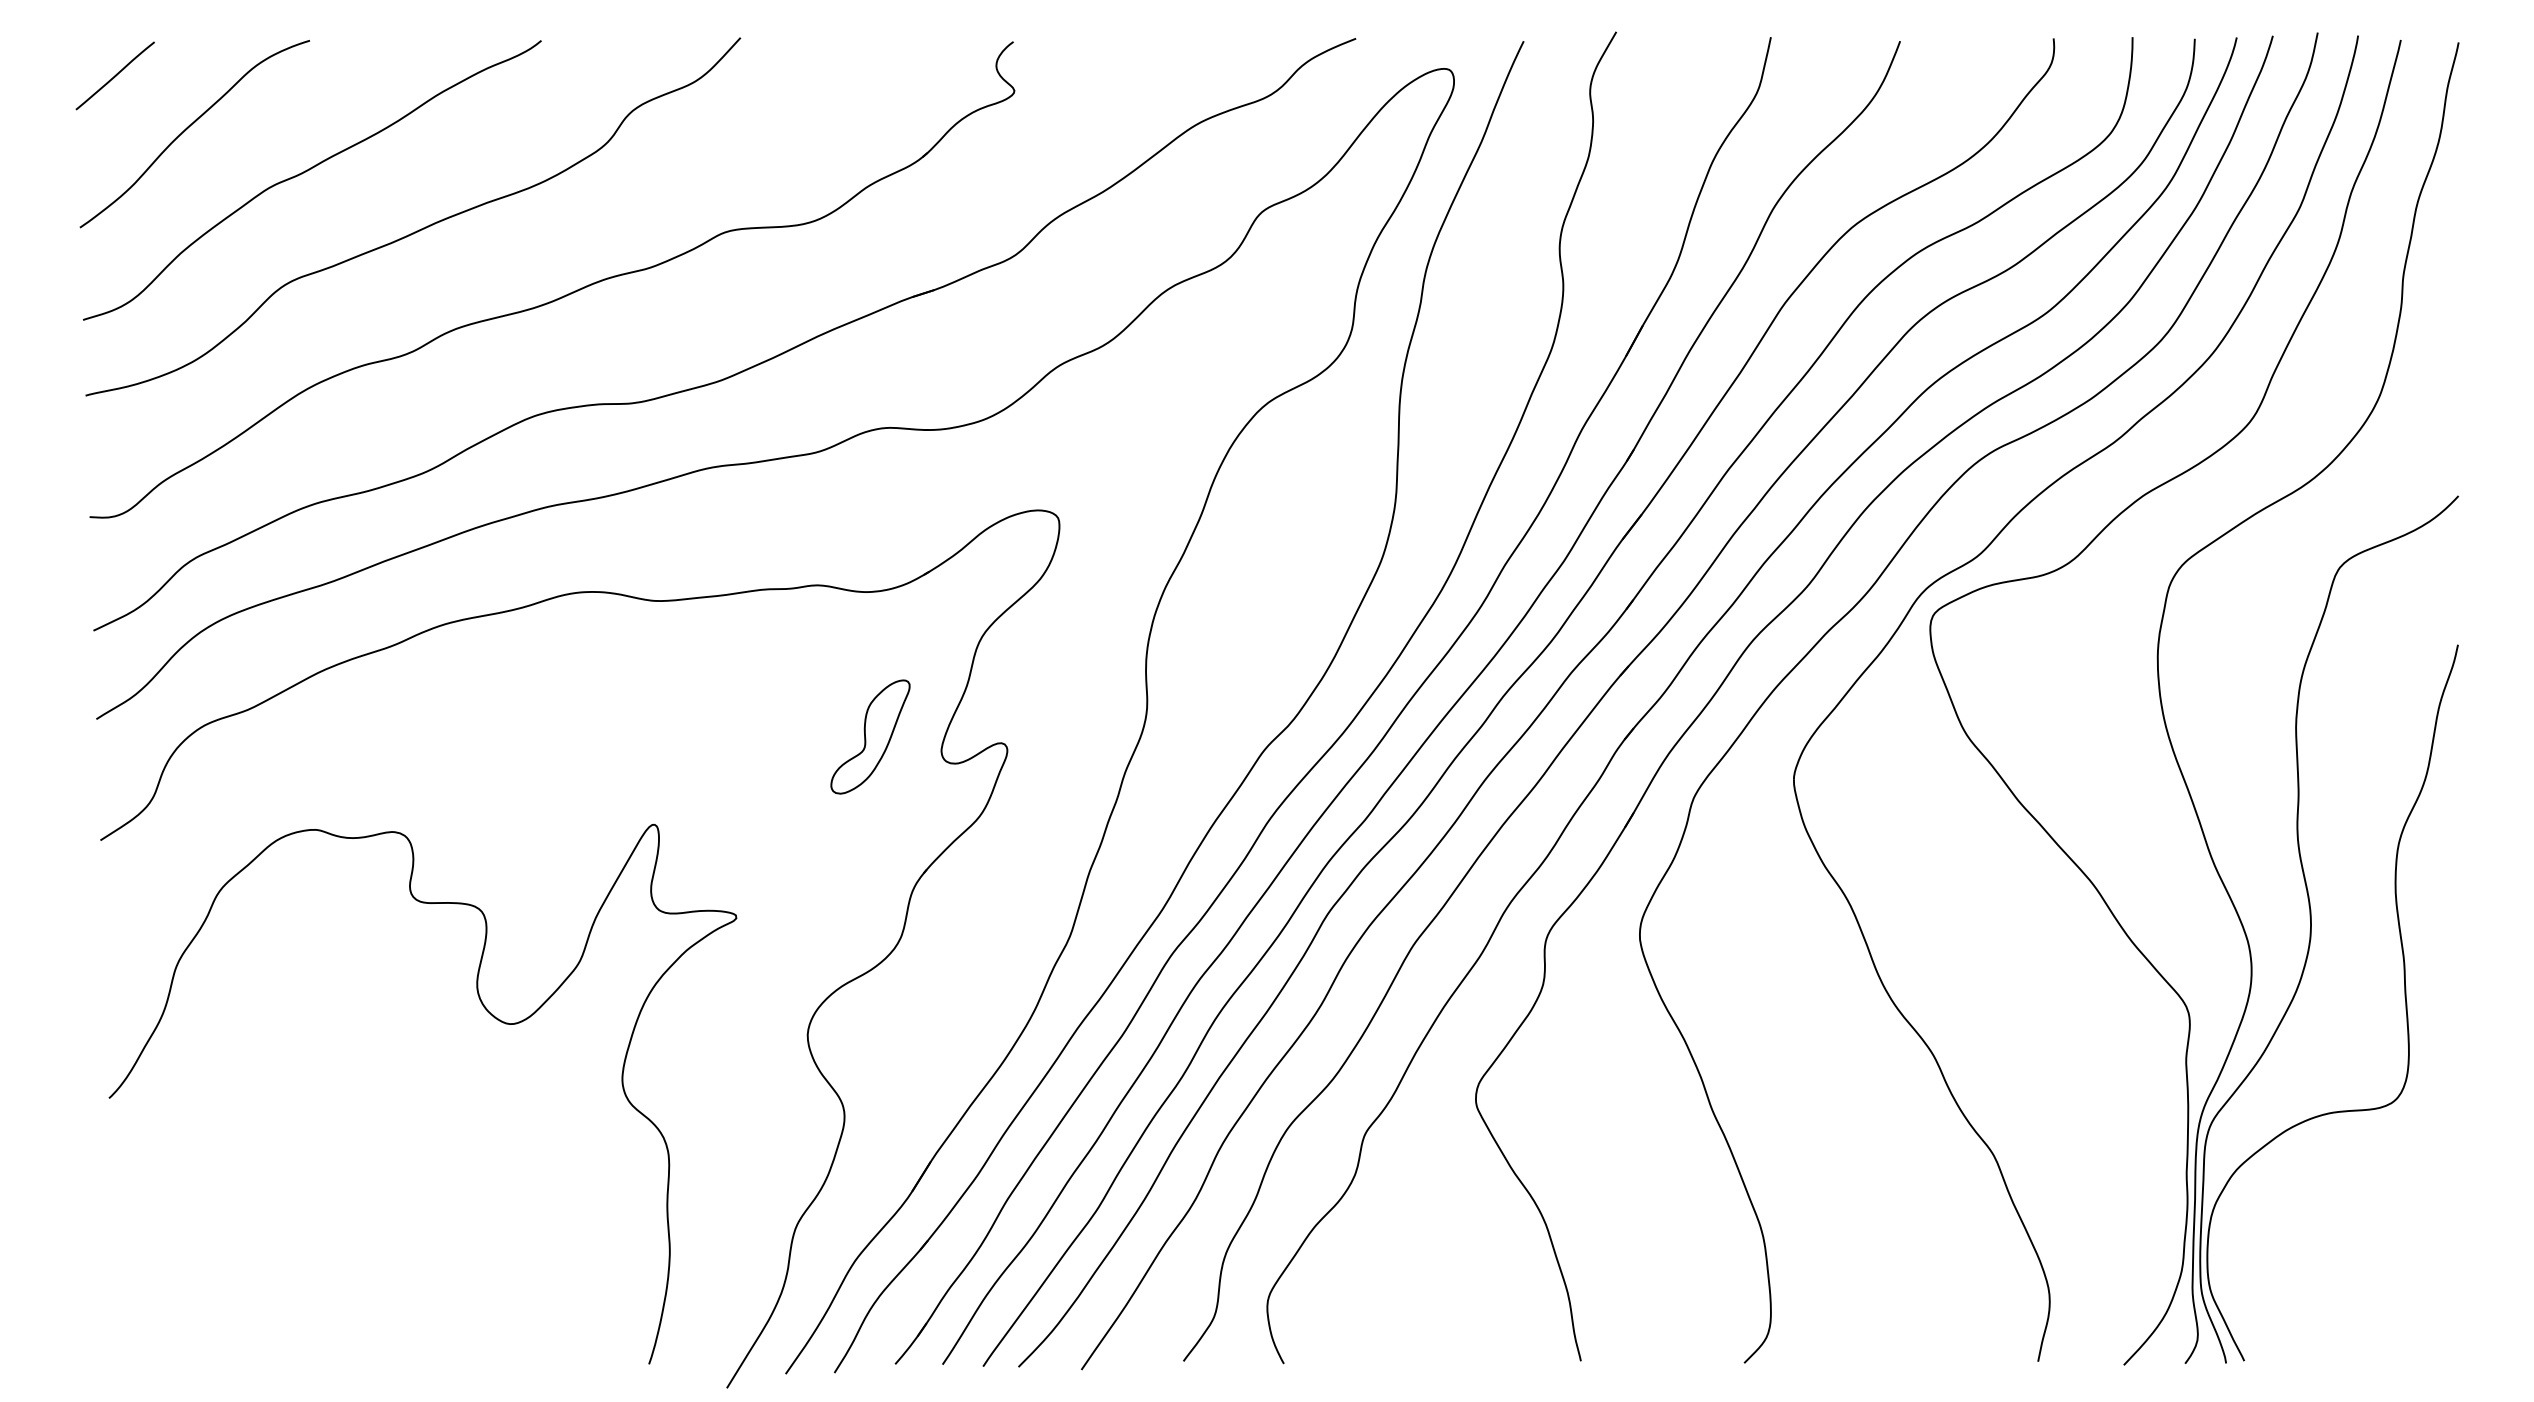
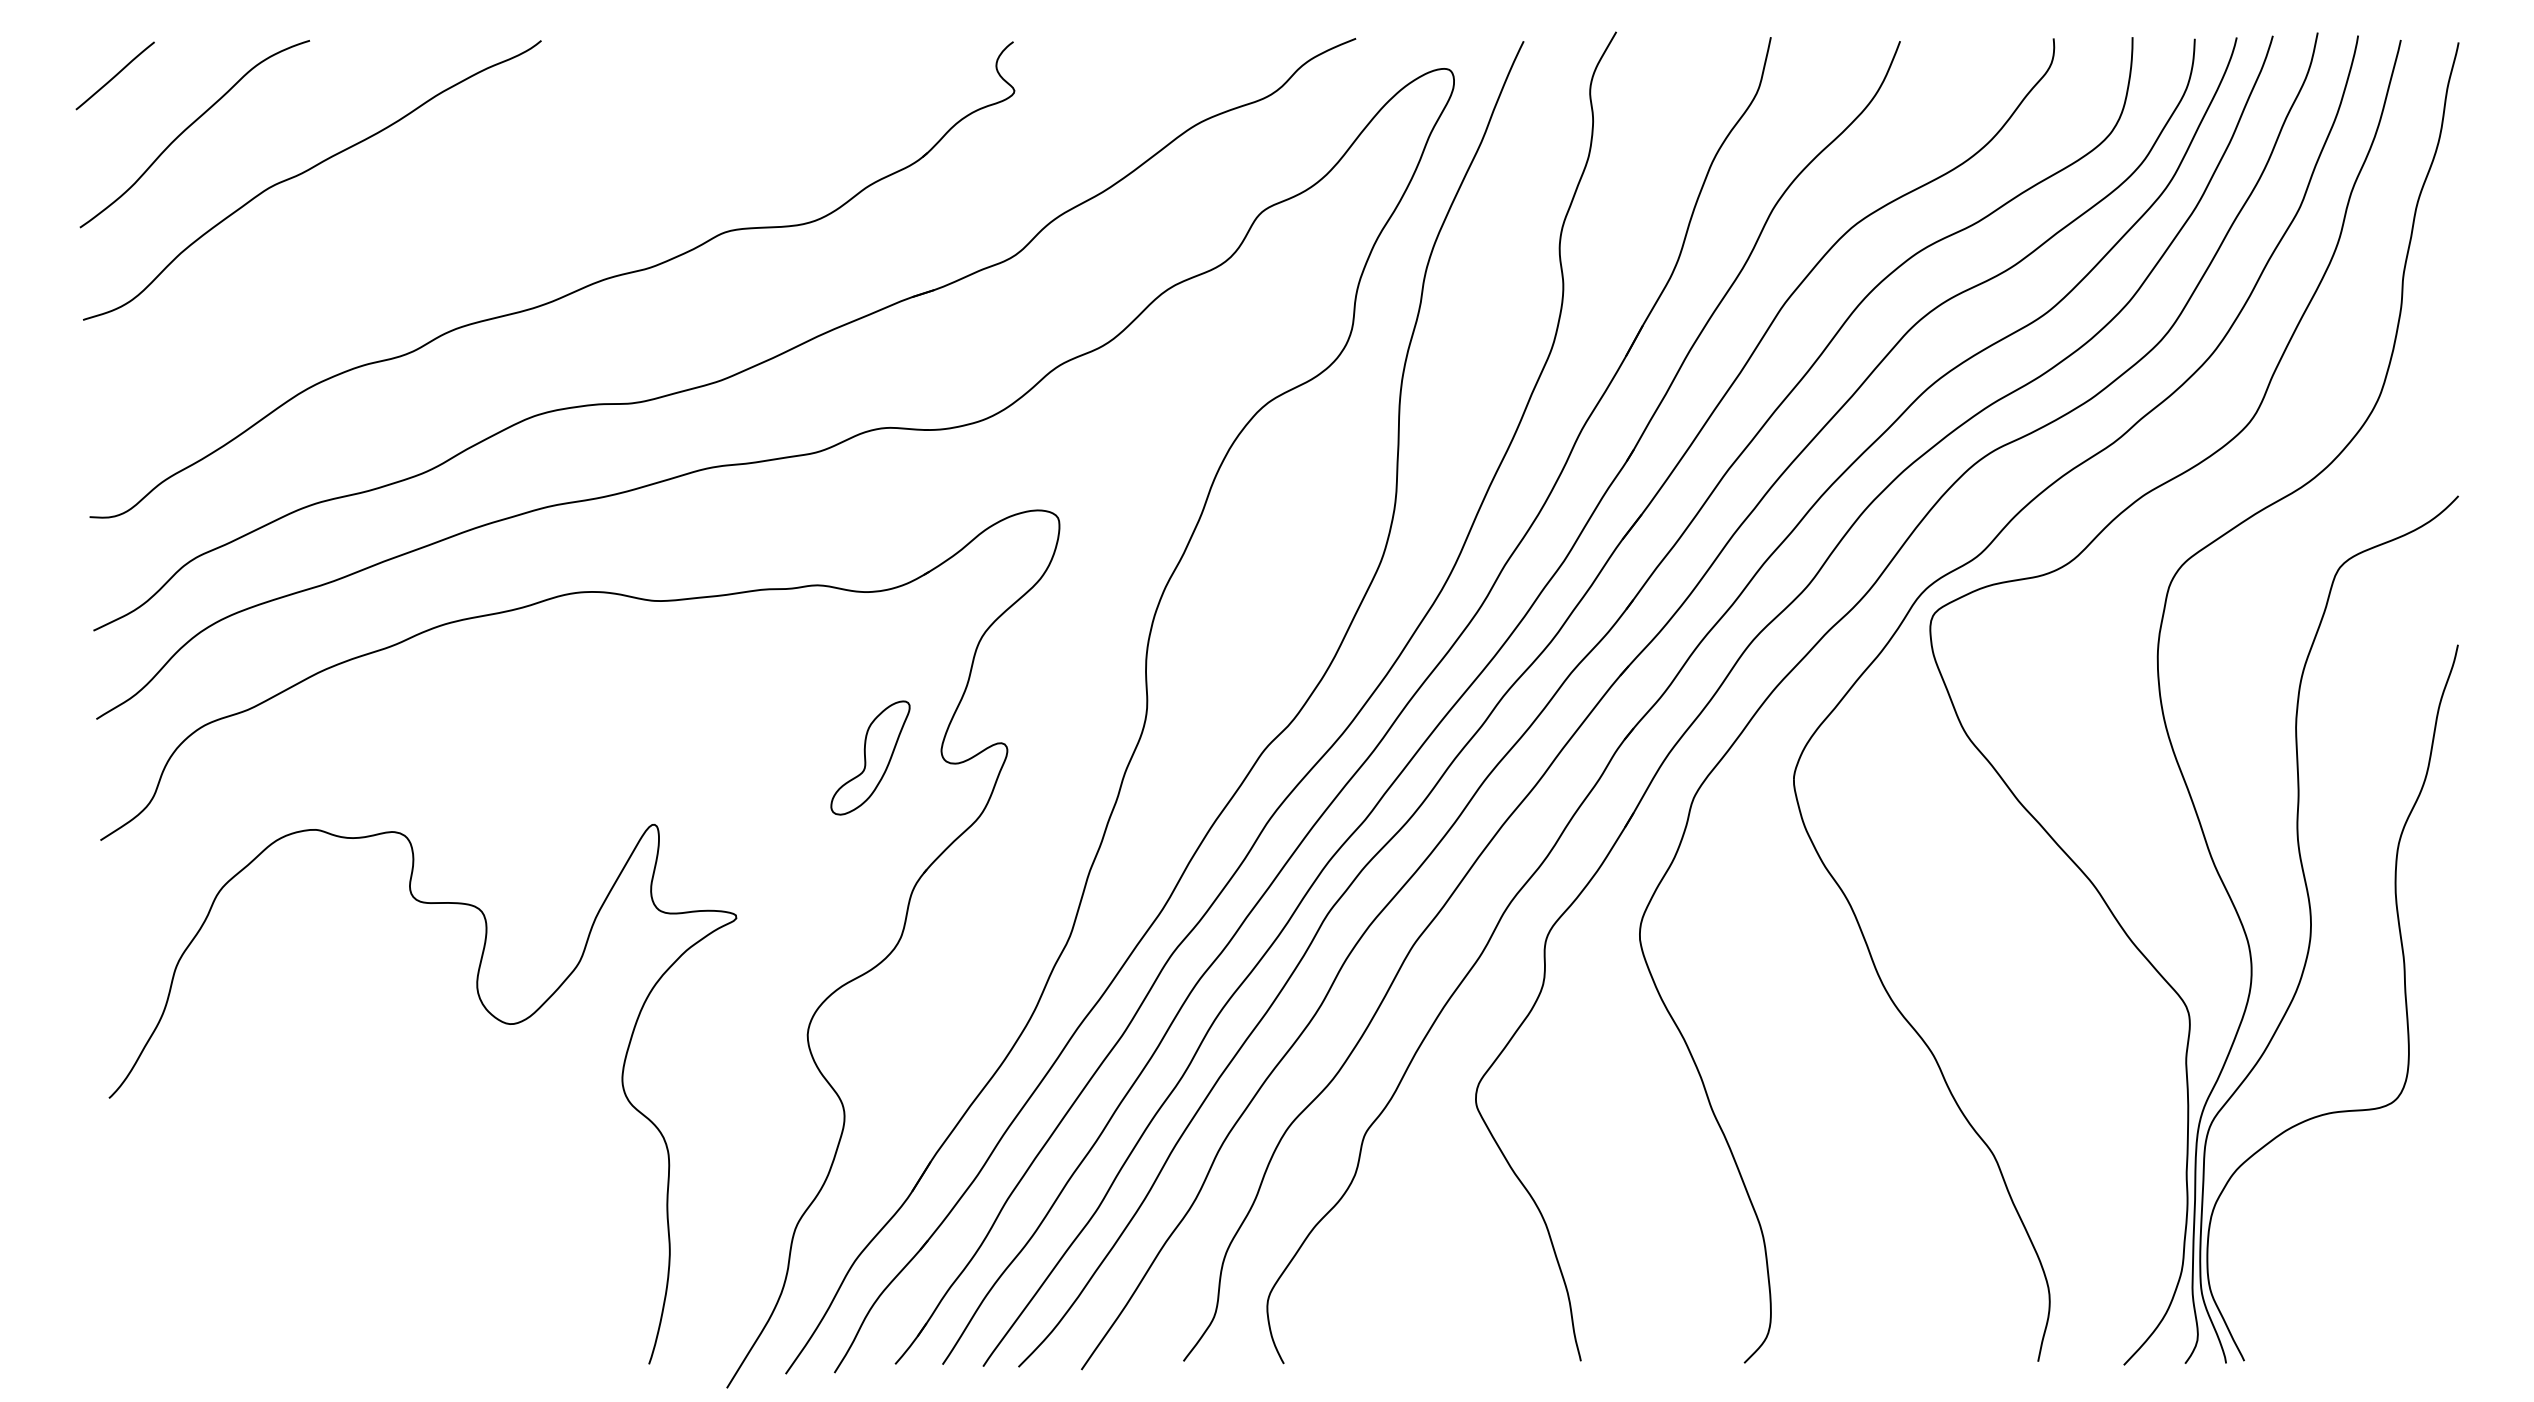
curve at (419, 229): present -> none
part at (870, 736) position: (870, 736) -> (870, 757)
